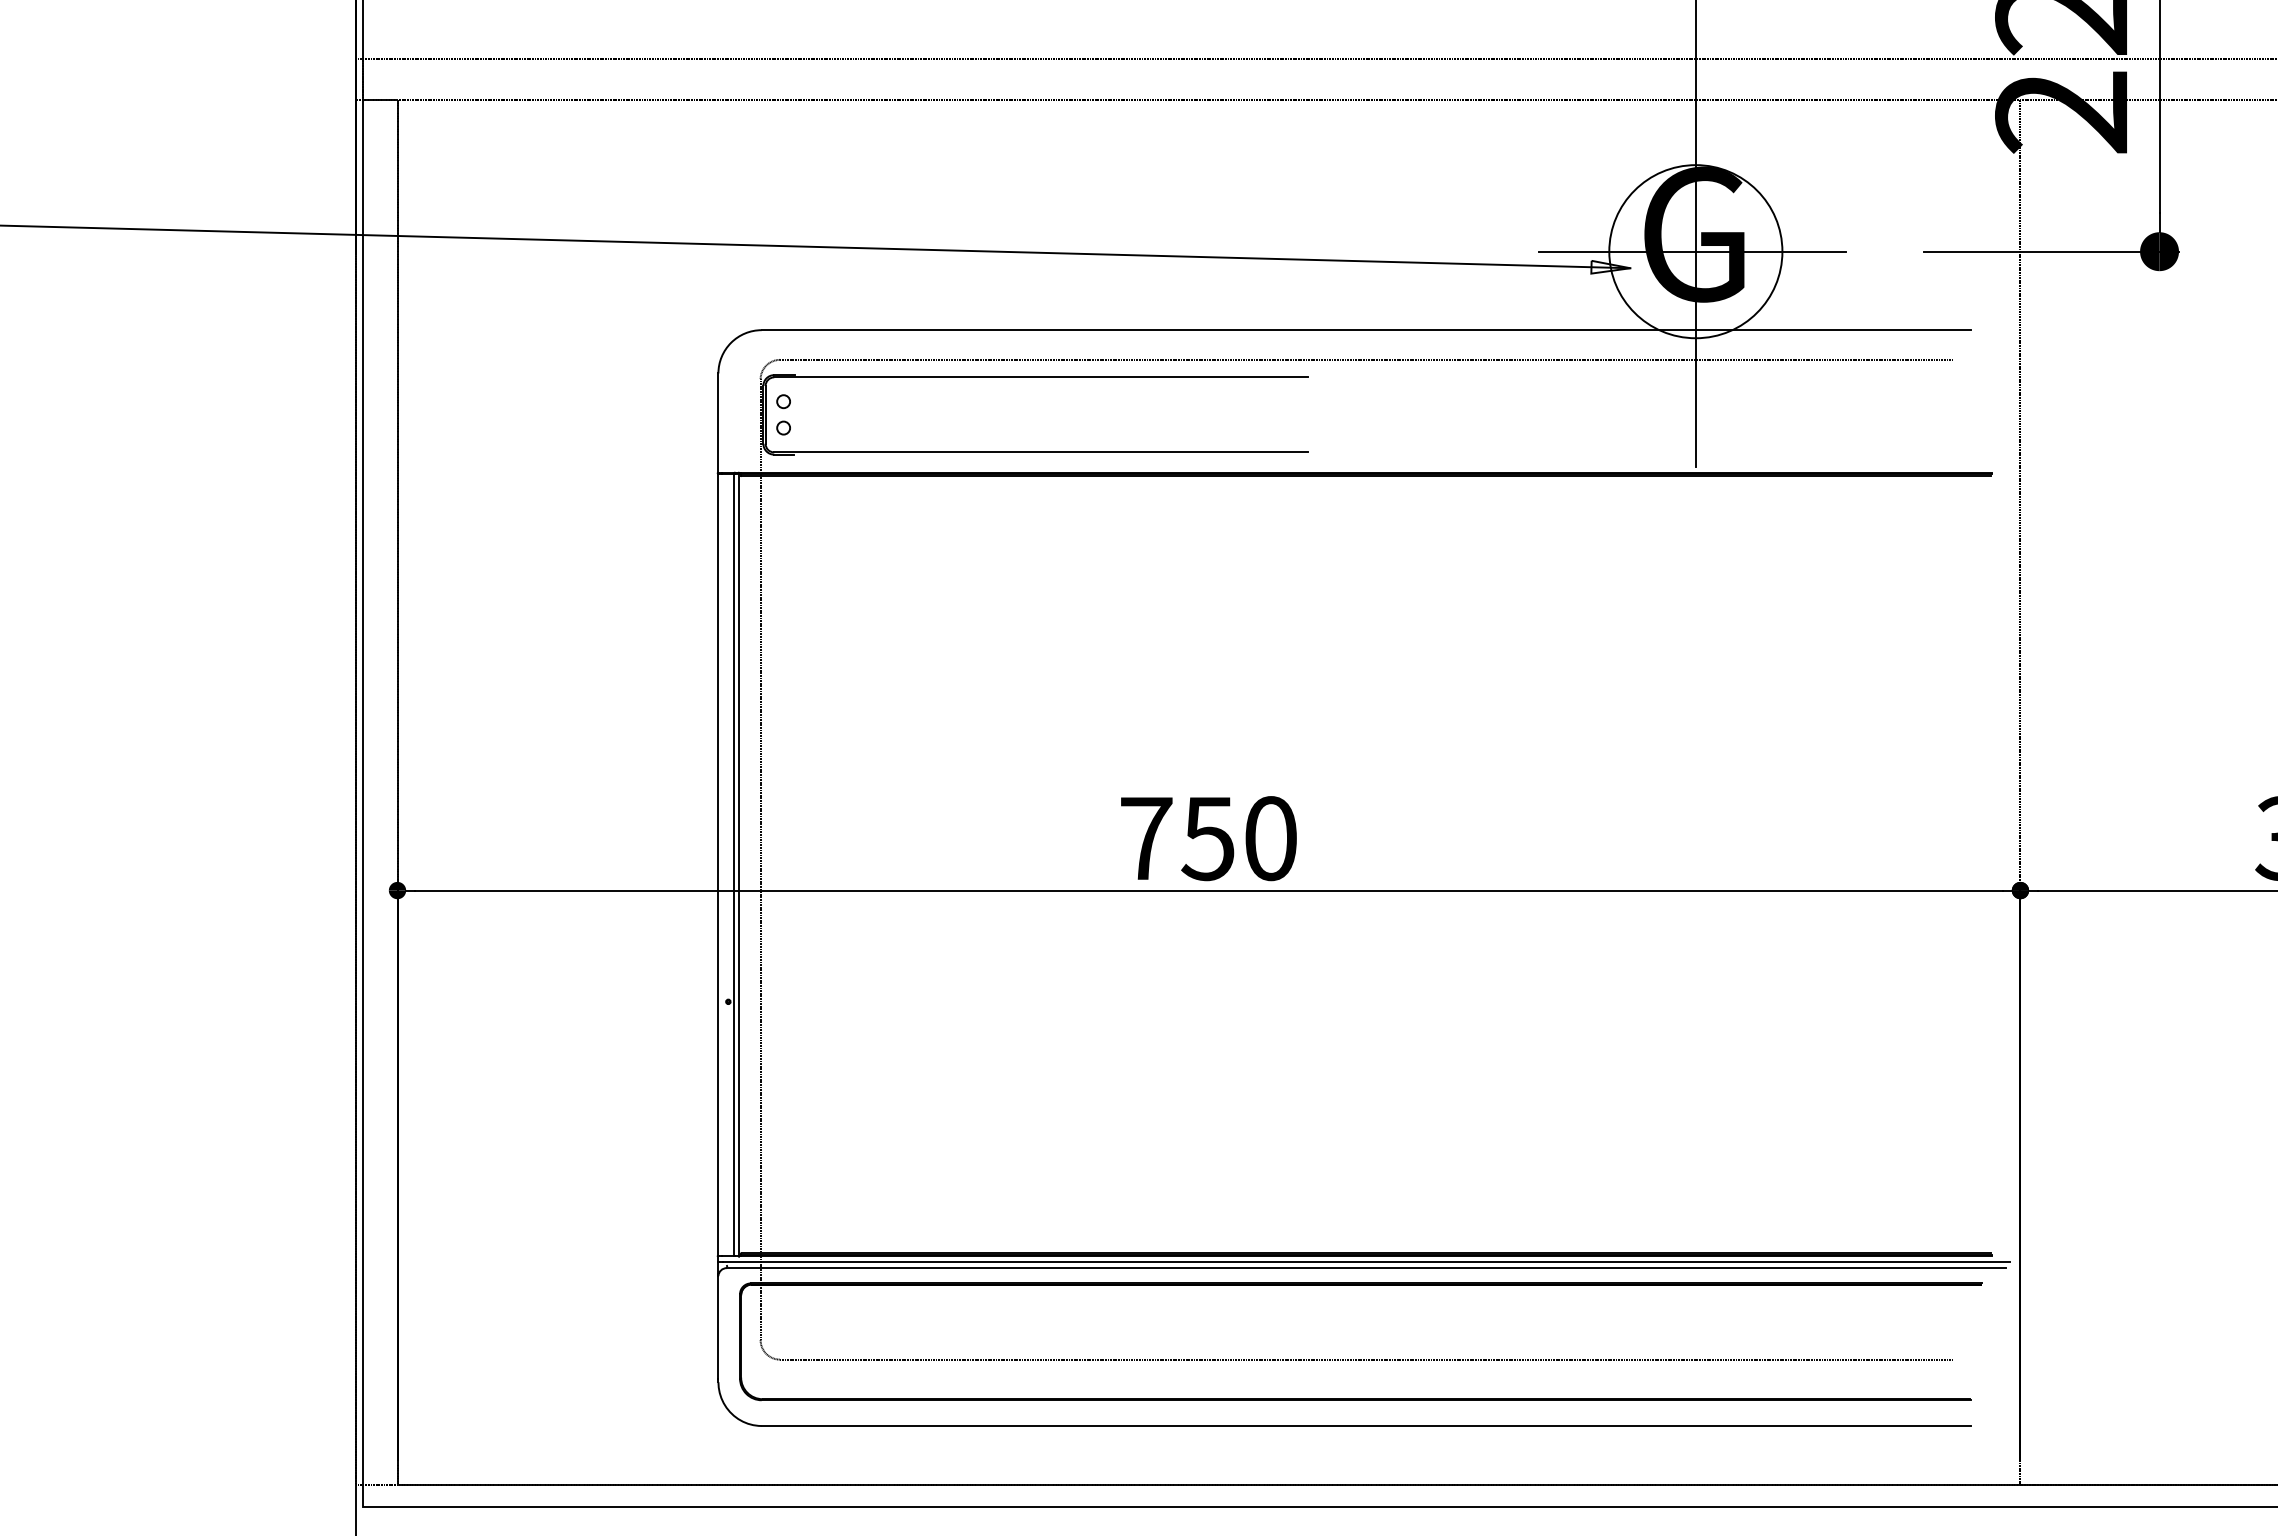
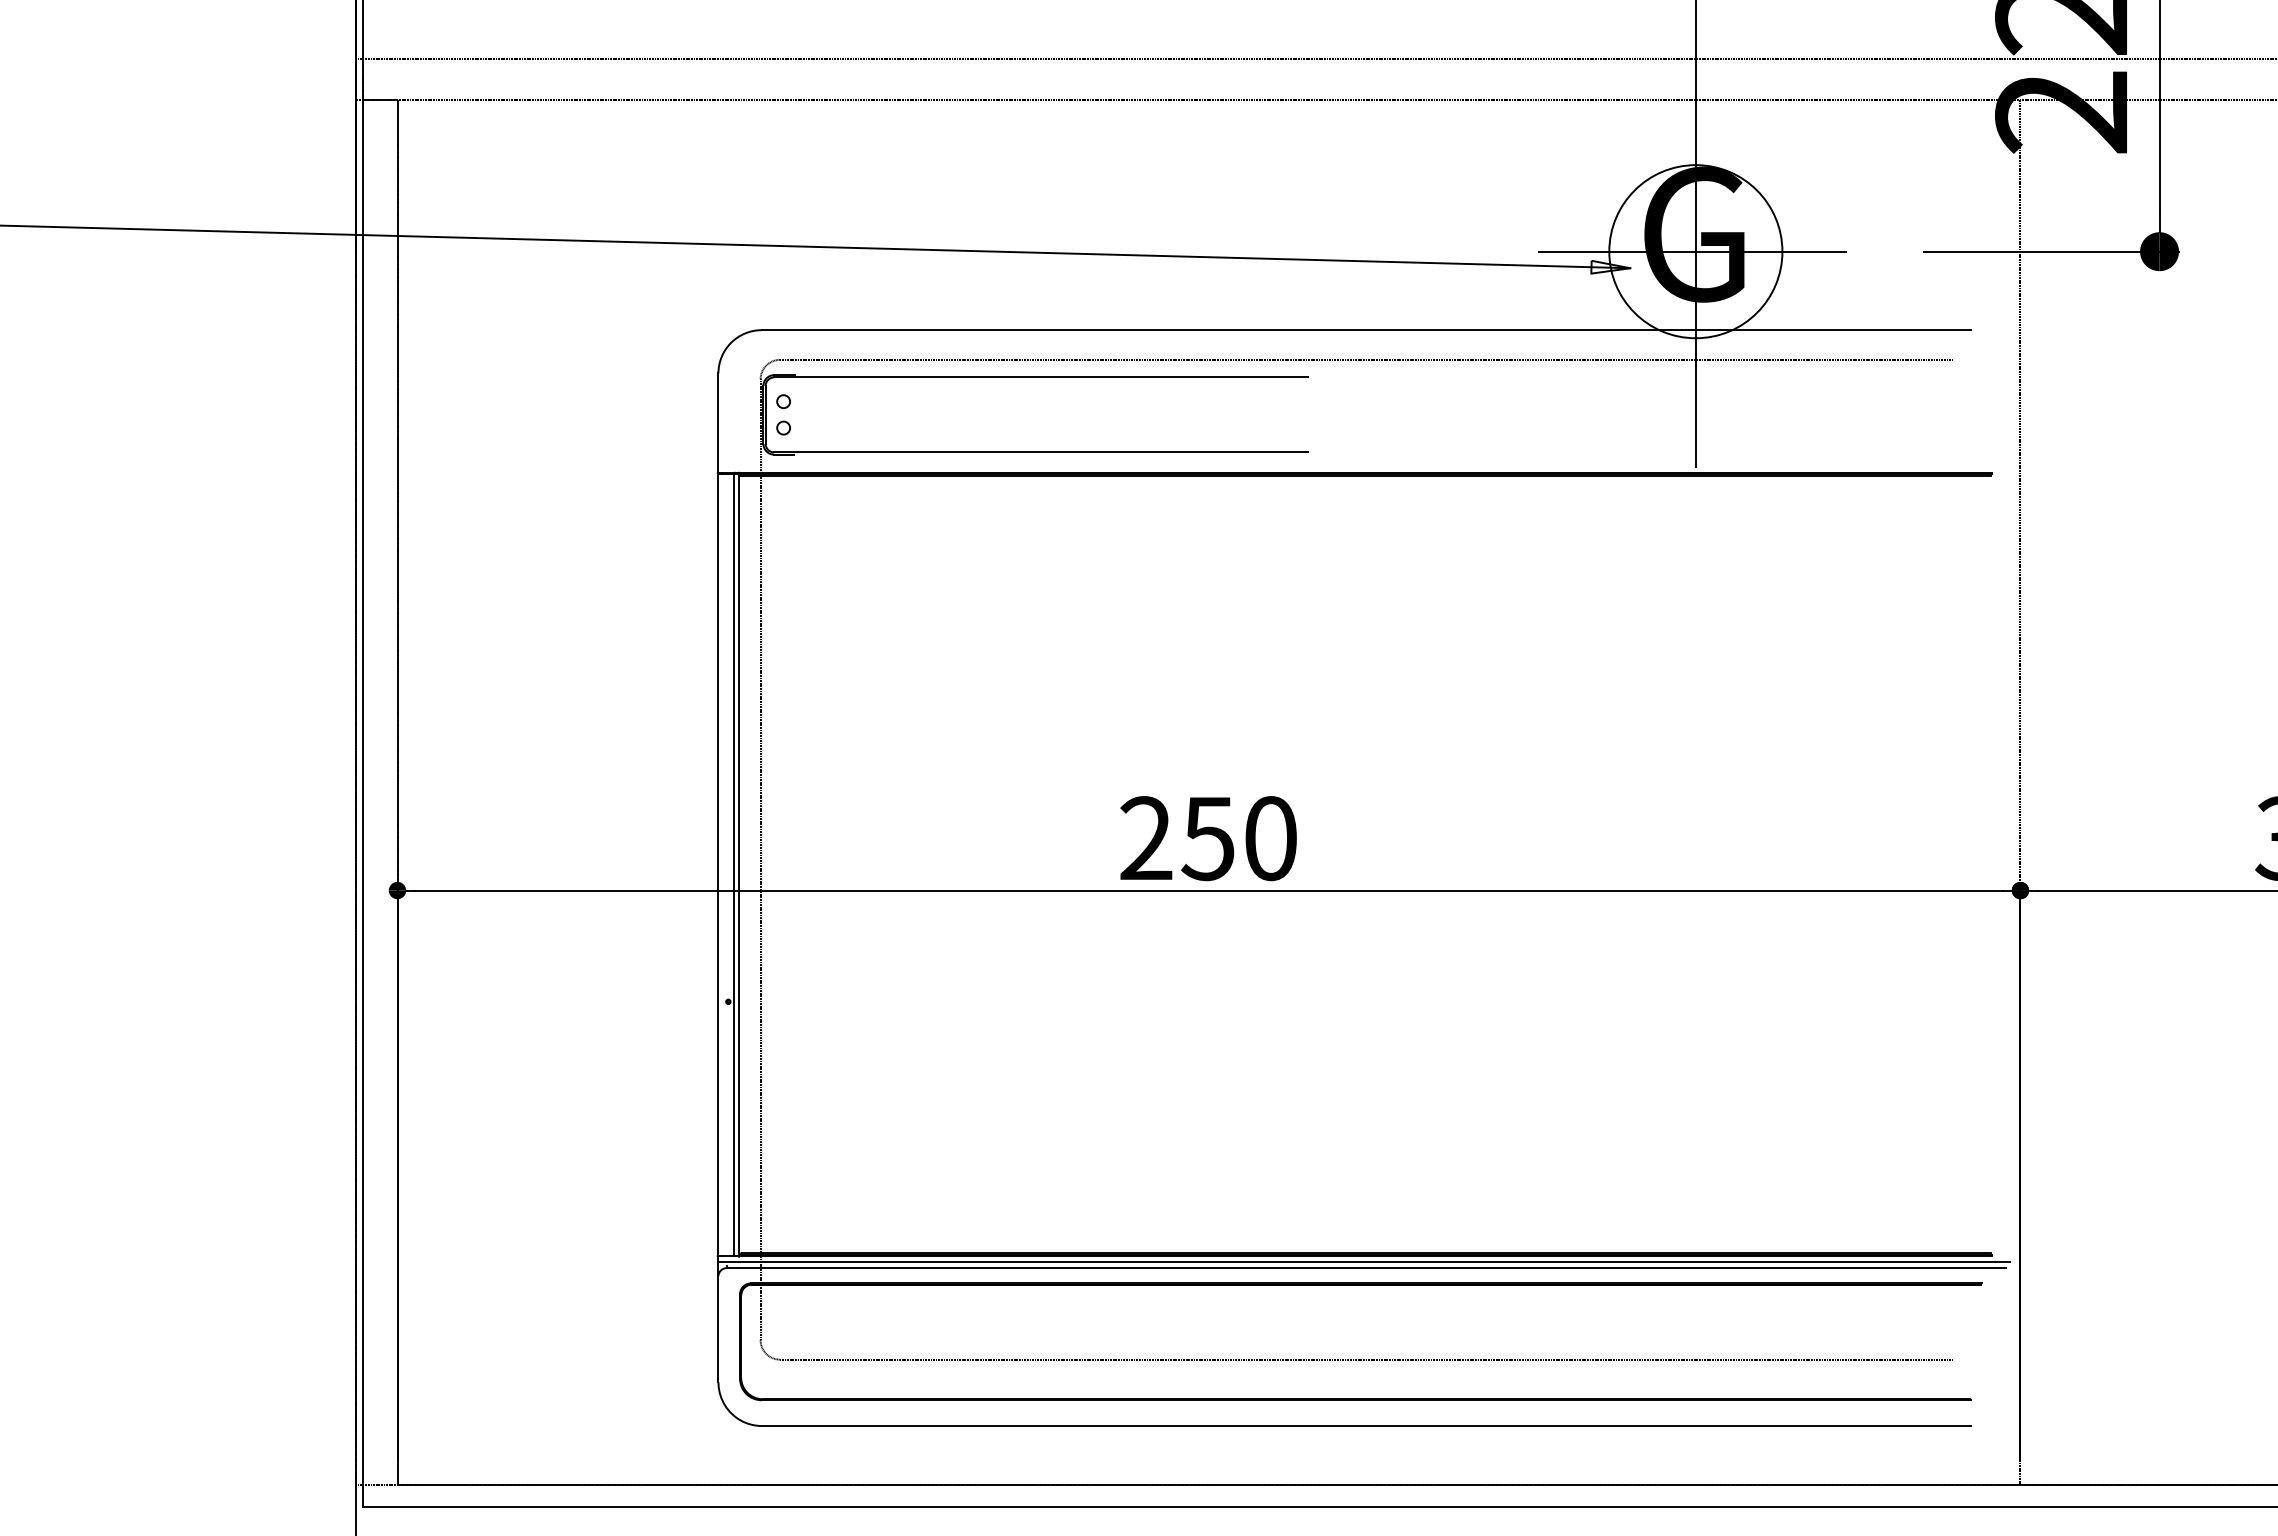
text at (1146, 837): 750 -> 250
